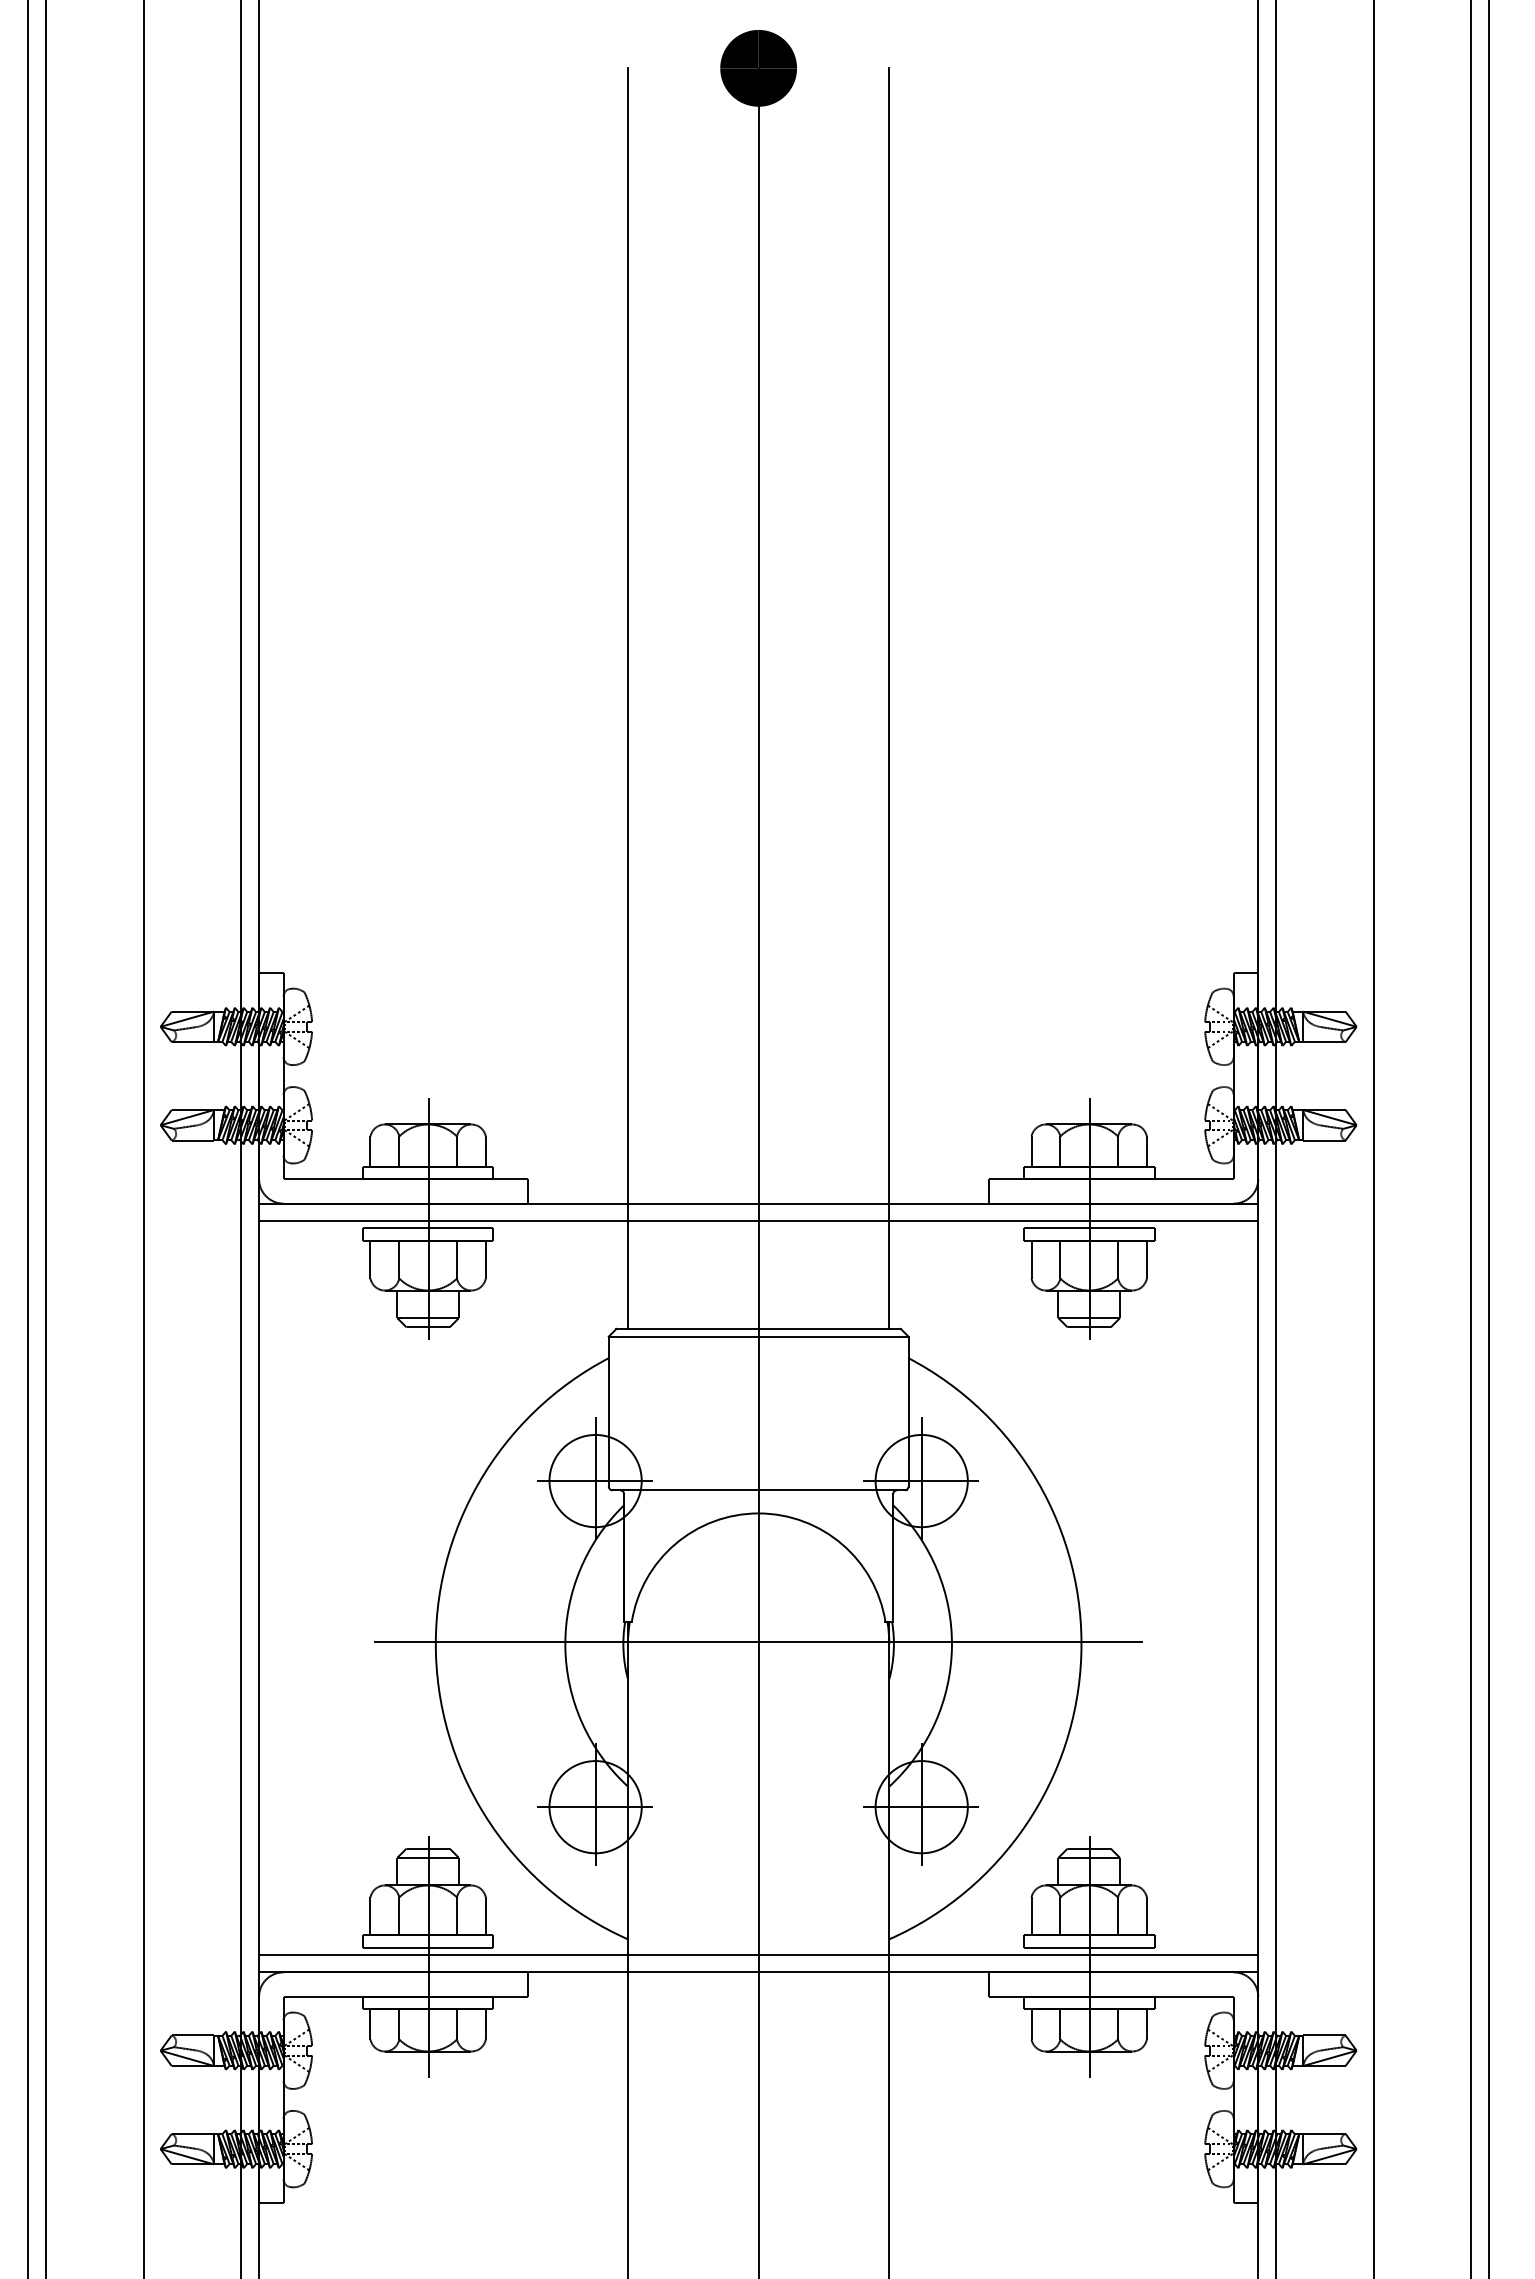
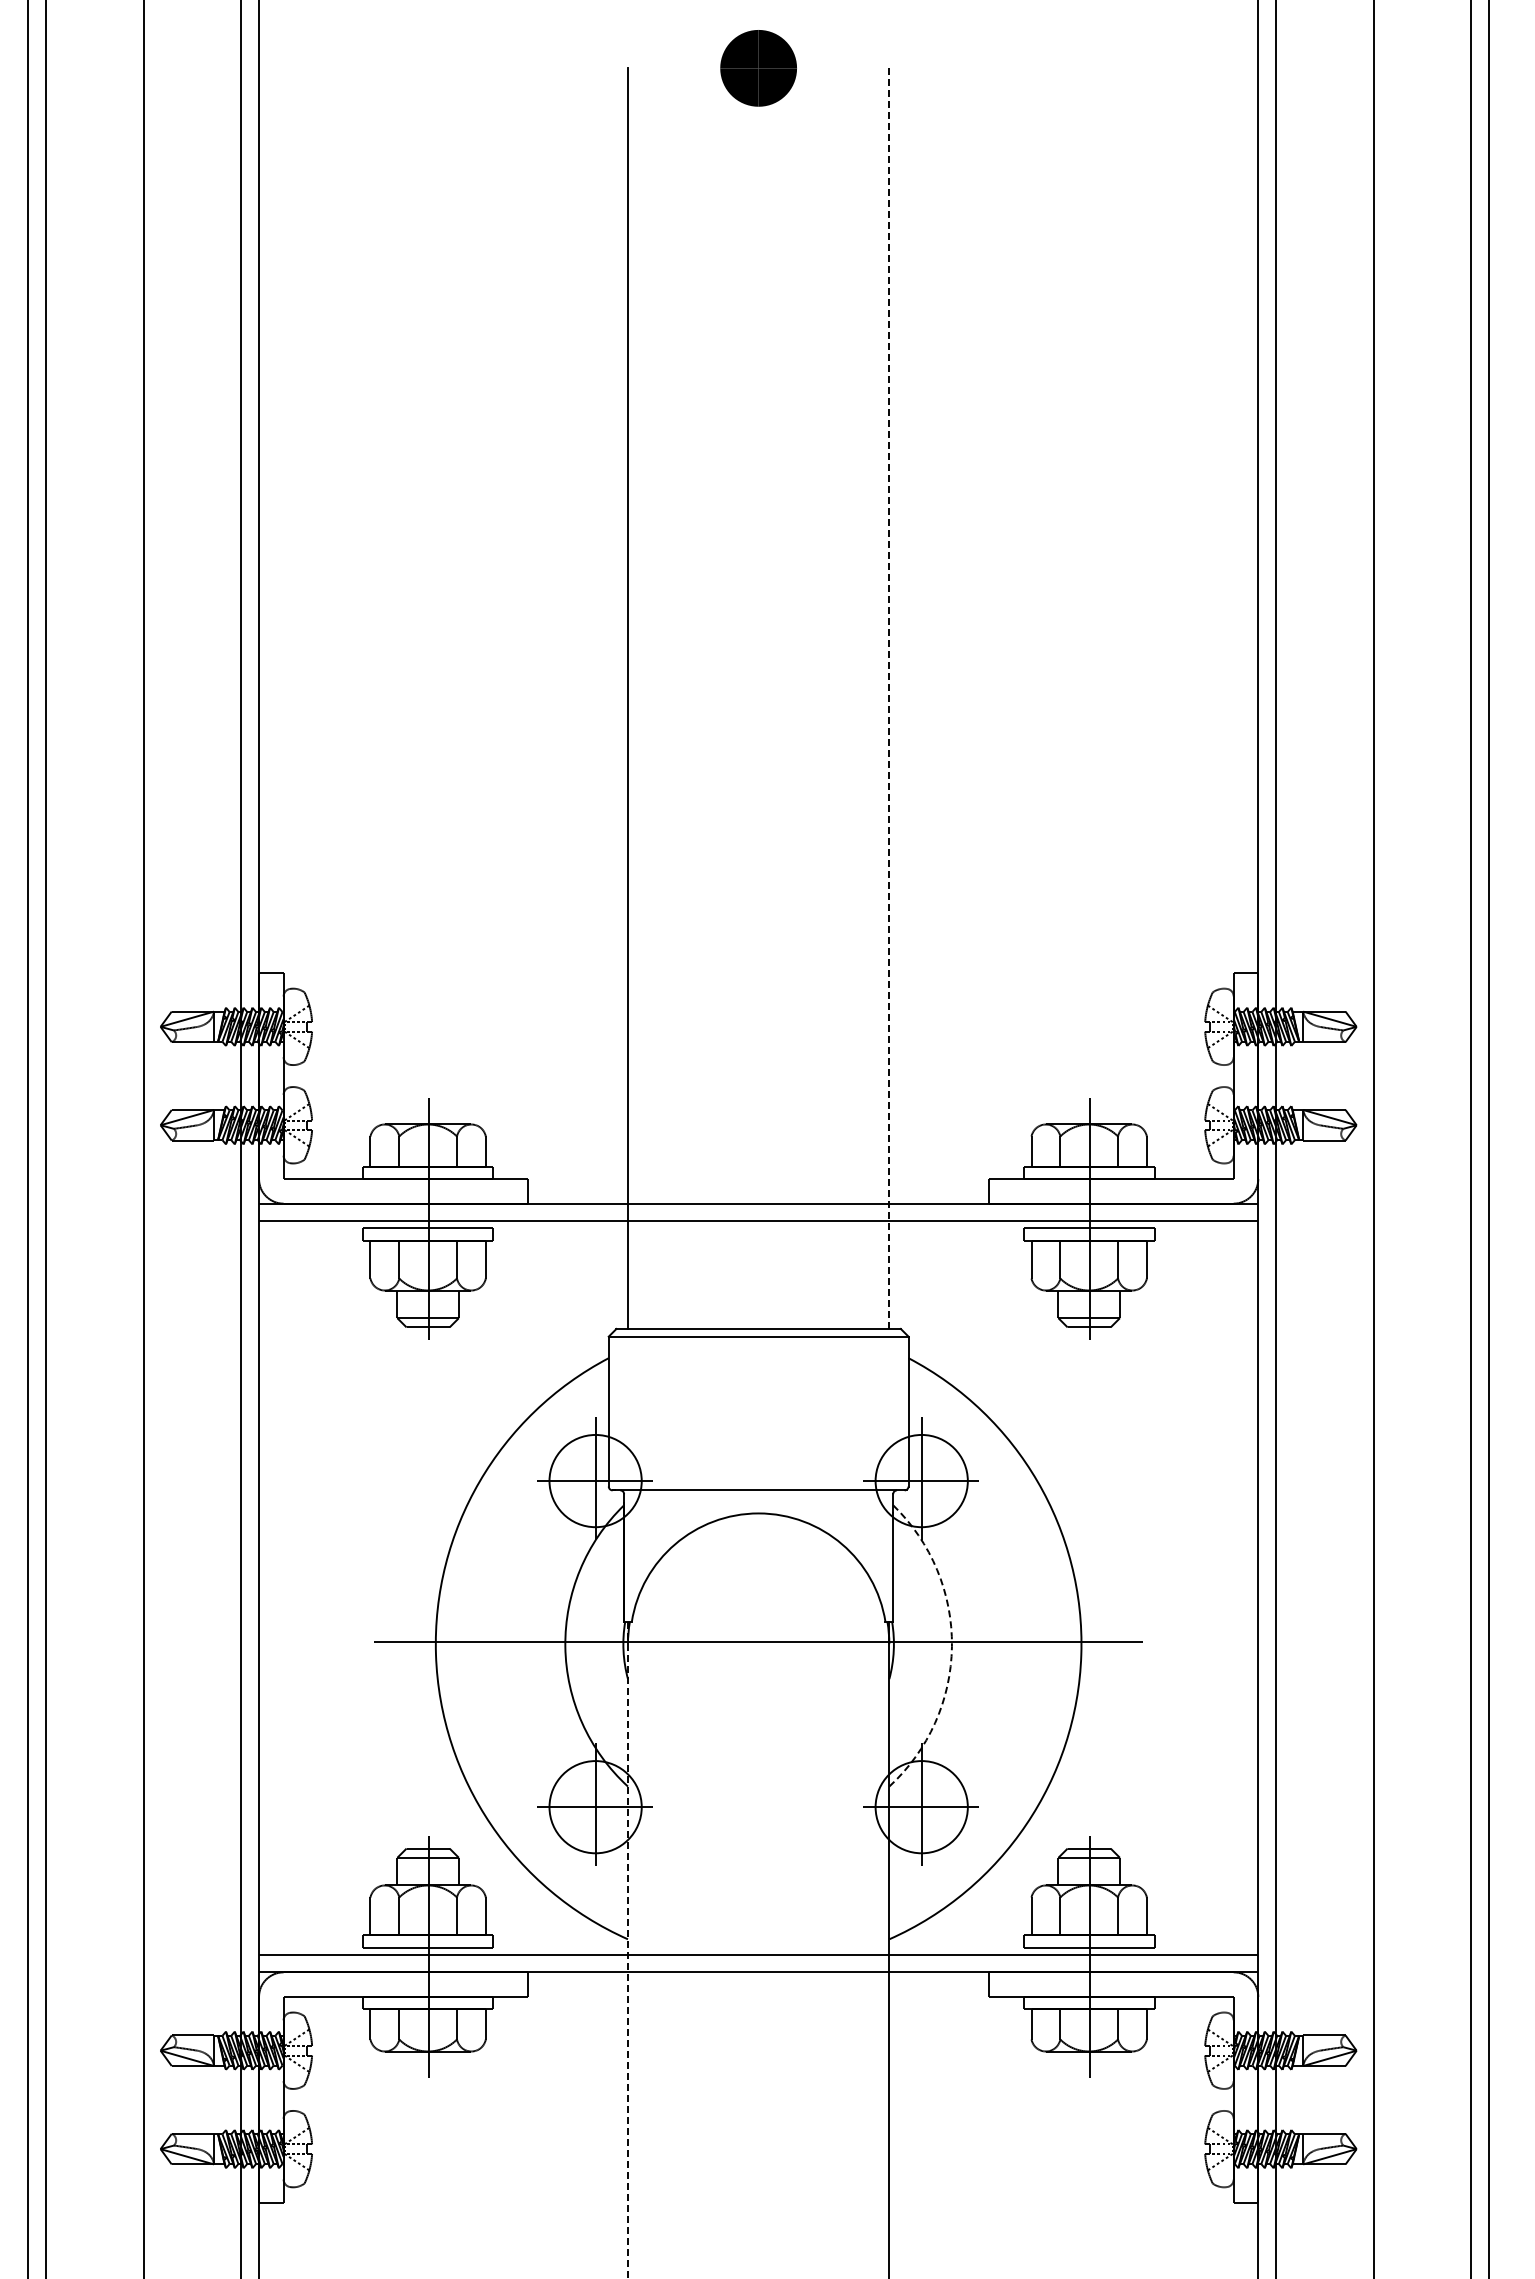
line at (889, 699): solid -> dashed
line at (758, 1171): present -> none
arc at (951, 1646): solid -> dashed
line at (627, 1950): solid -> dashed
